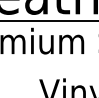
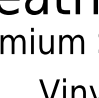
line at (48, 21): present -> none
